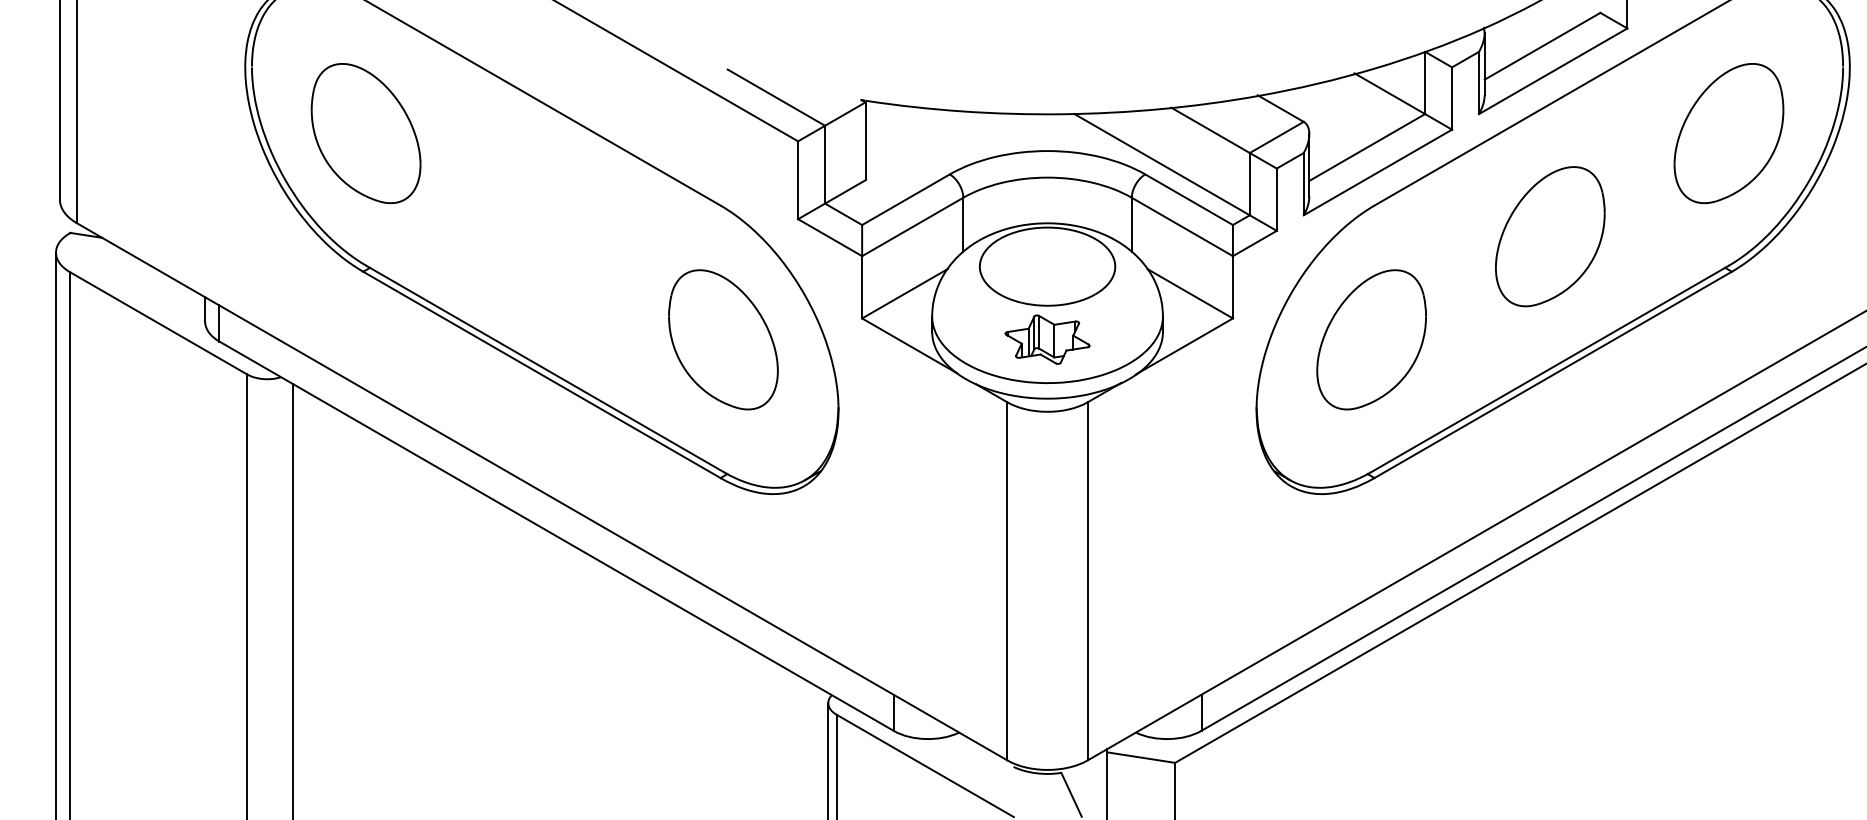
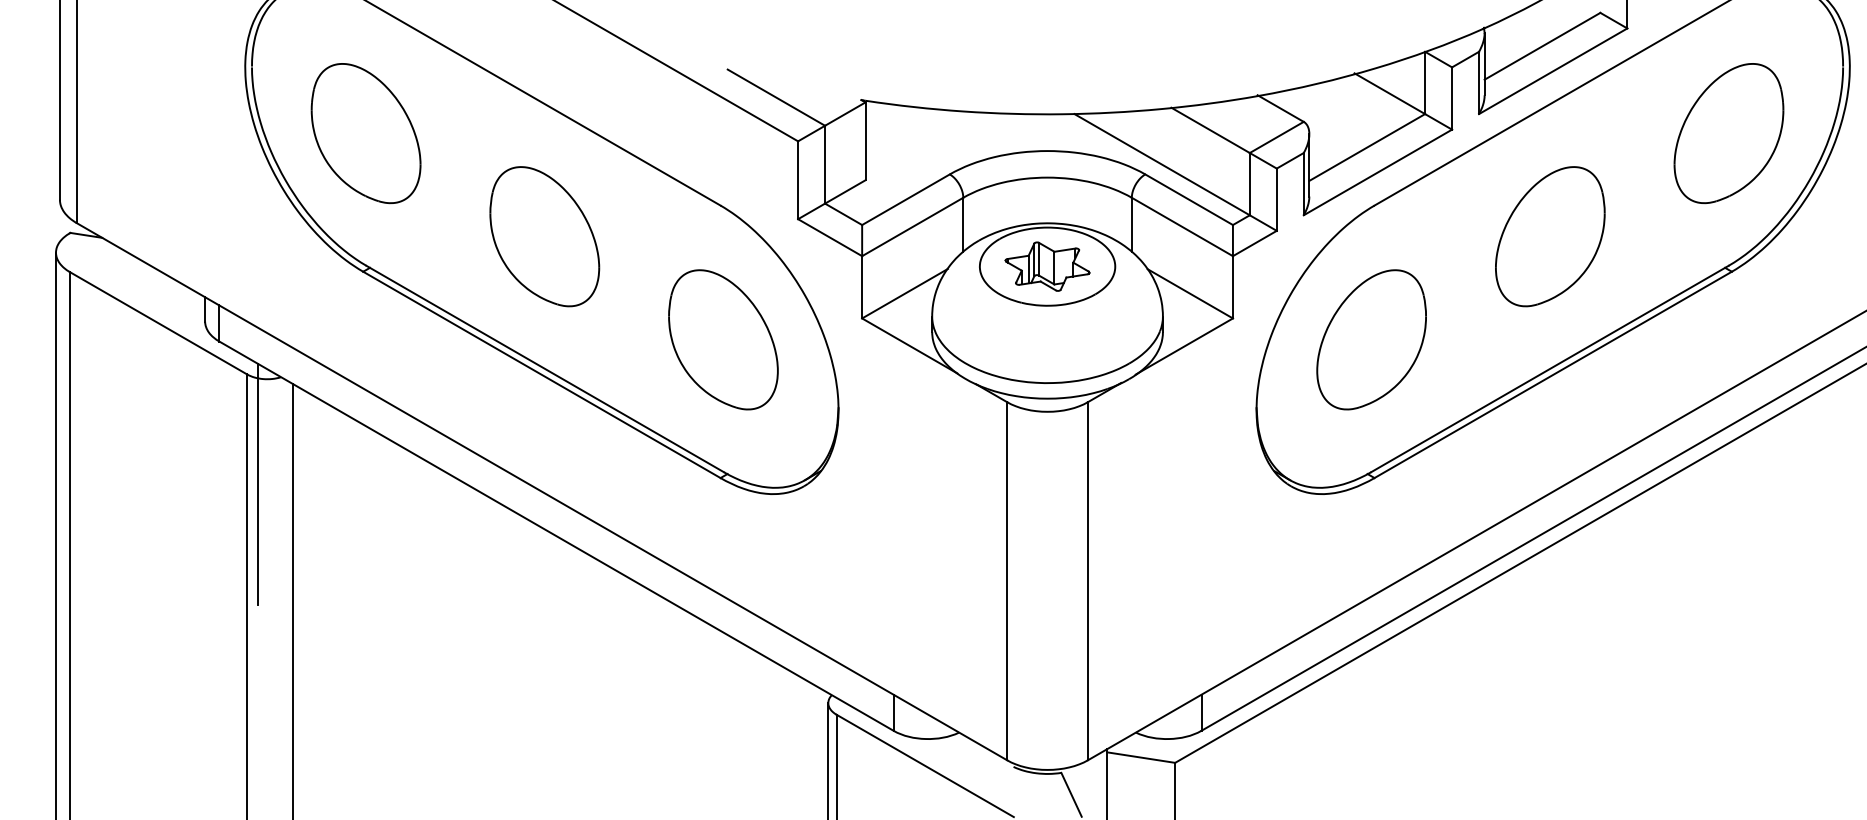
part at (544, 236): none -> present
part at (1047, 339) position: (1047, 339) -> (1047, 266)
line at (257, 483): none -> present
